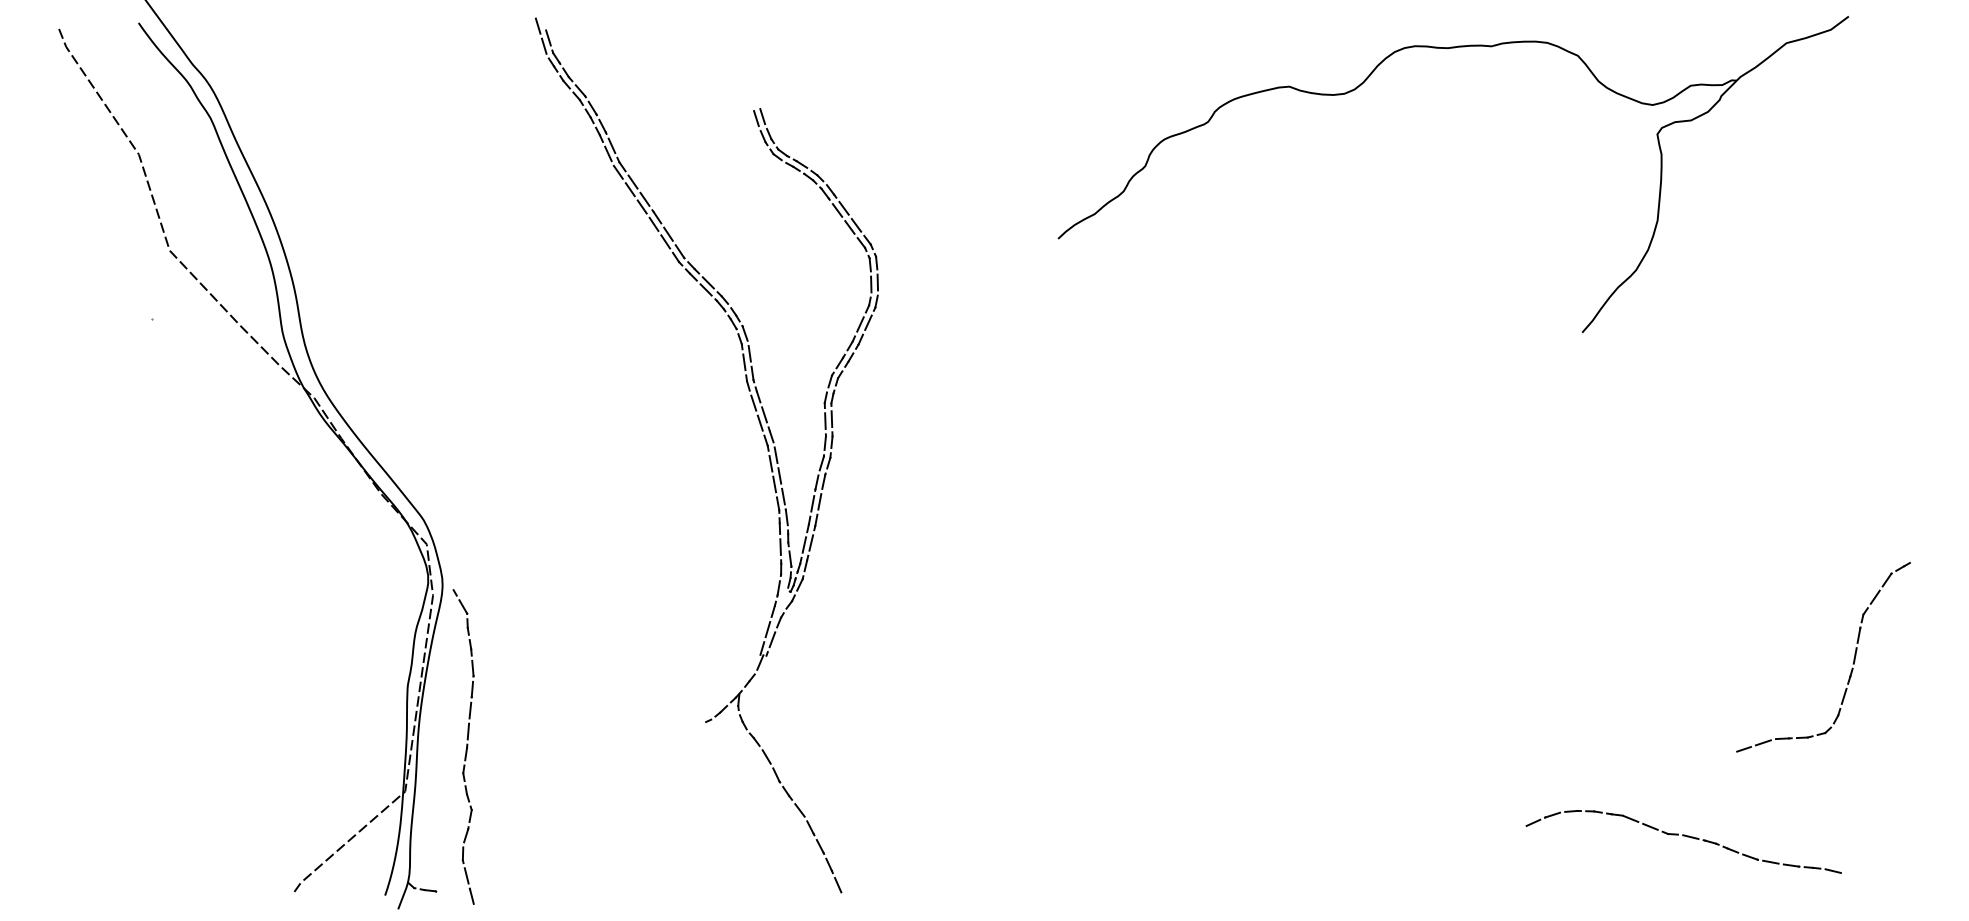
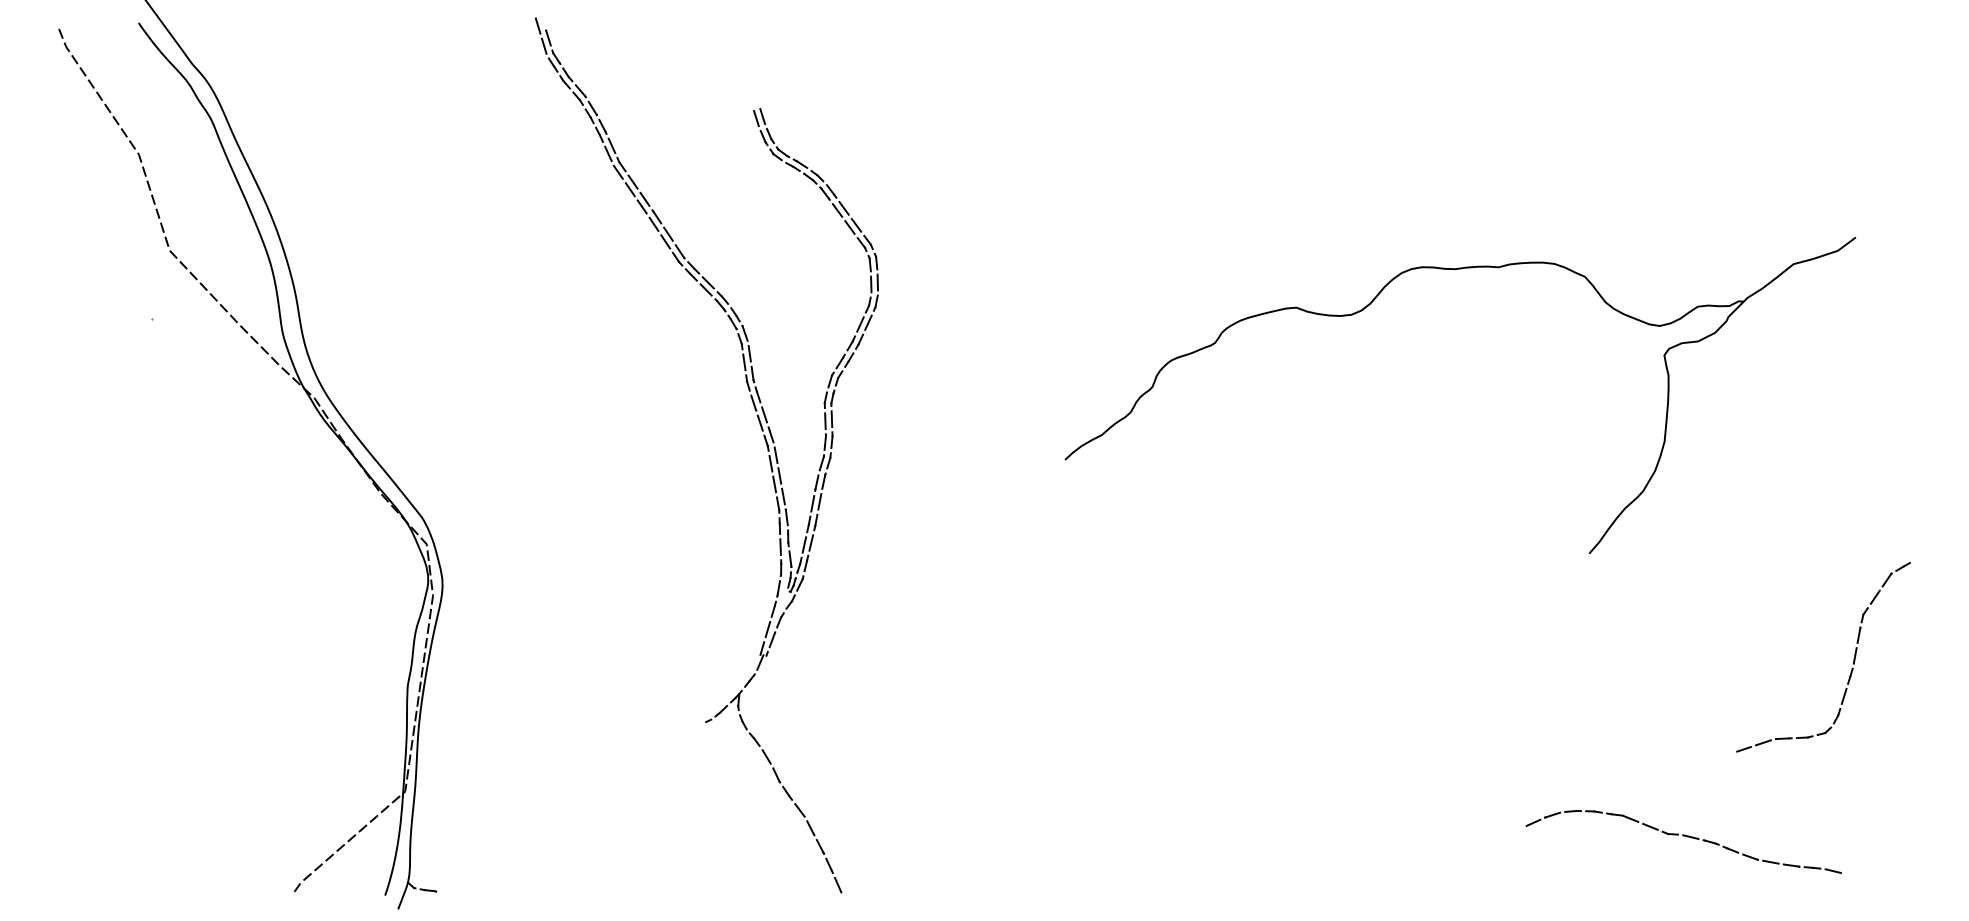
part at (1447, 49) position: (1447, 49) -> (1454, 270)
part at (463, 746): present -> none
